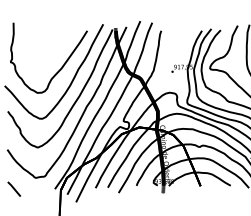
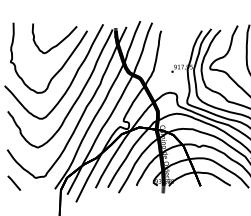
curve at (57, 43): none -> present
line at (13, 188) position: (13, 188) -> (13, 182)
